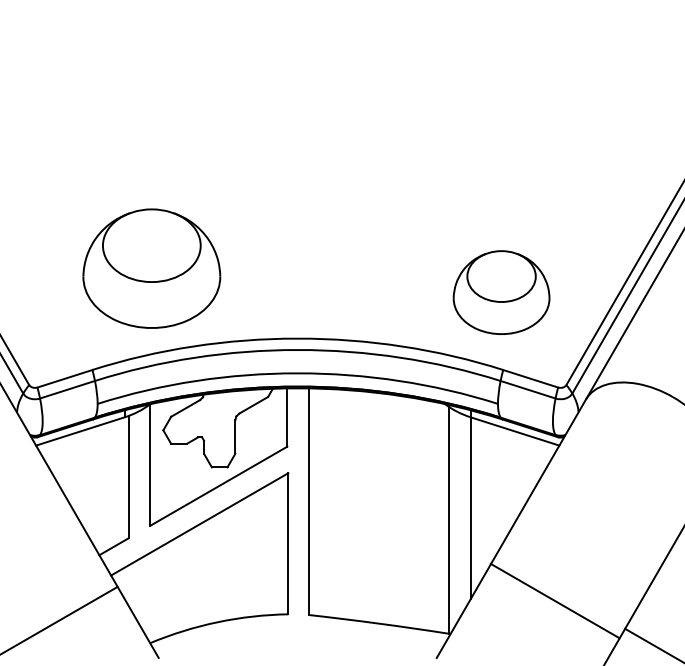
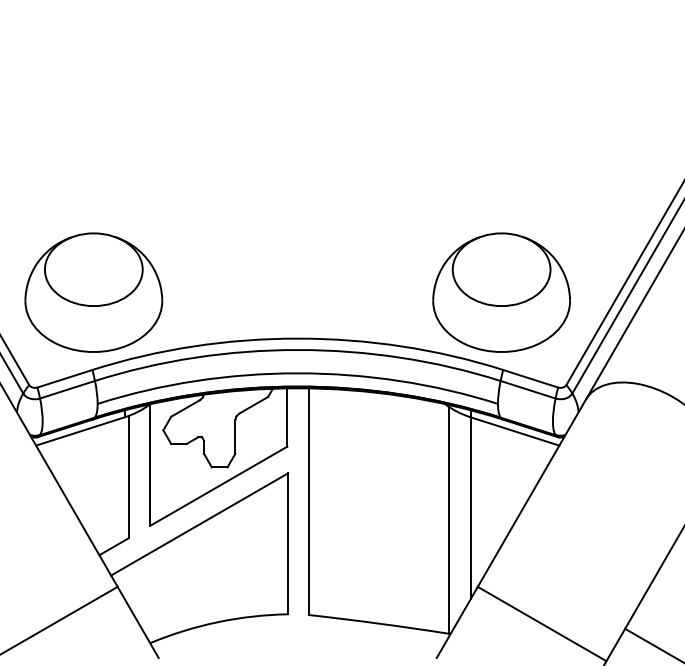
part at (151, 268) position: (151, 268) -> (93, 292)
part at (501, 292) size: 99x85 px -> 139x121 px
line at (554, 600) position: (554, 600) -> (541, 623)
